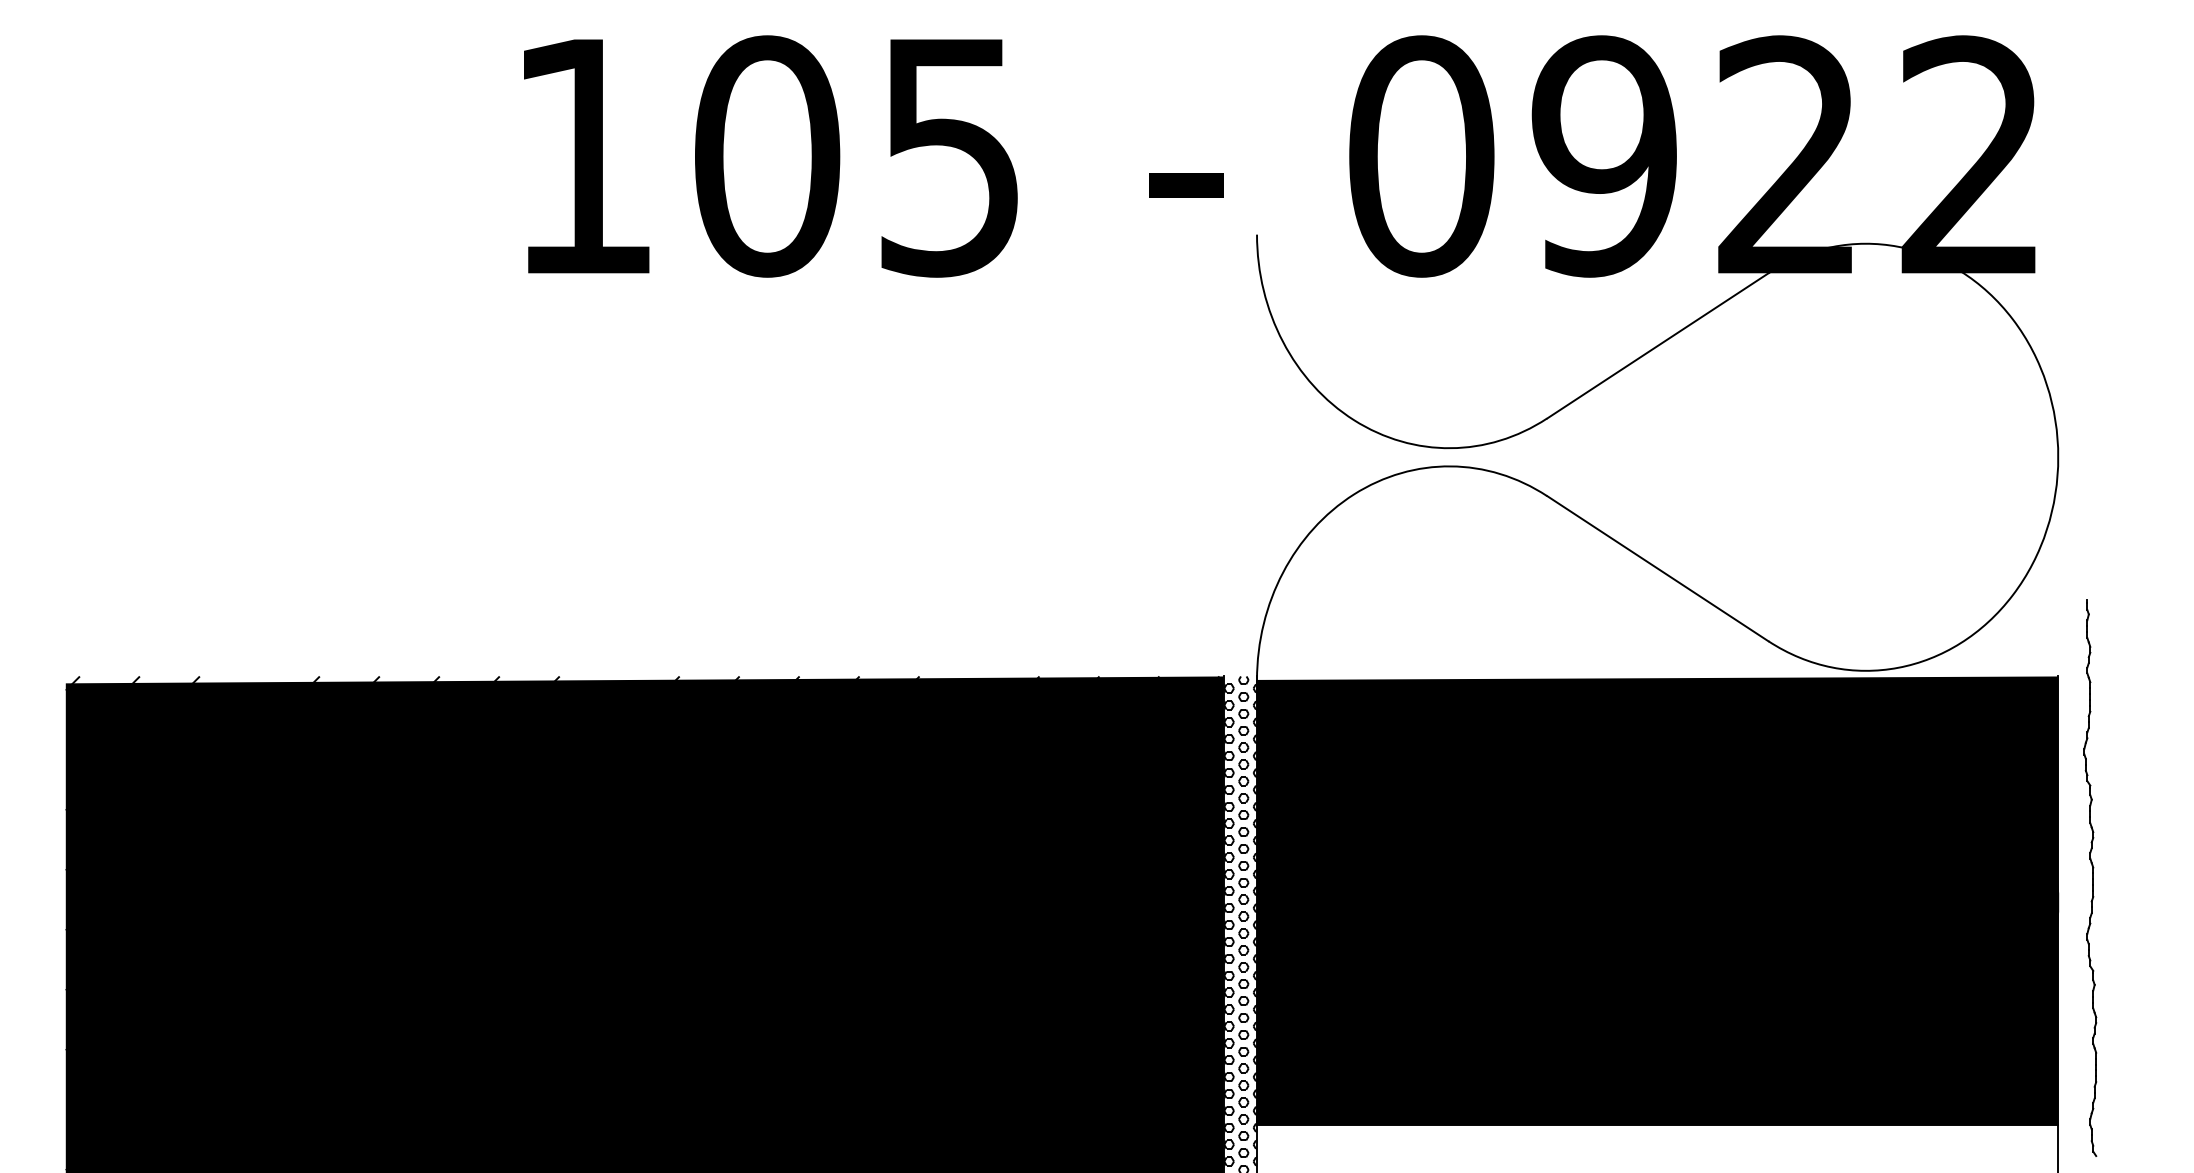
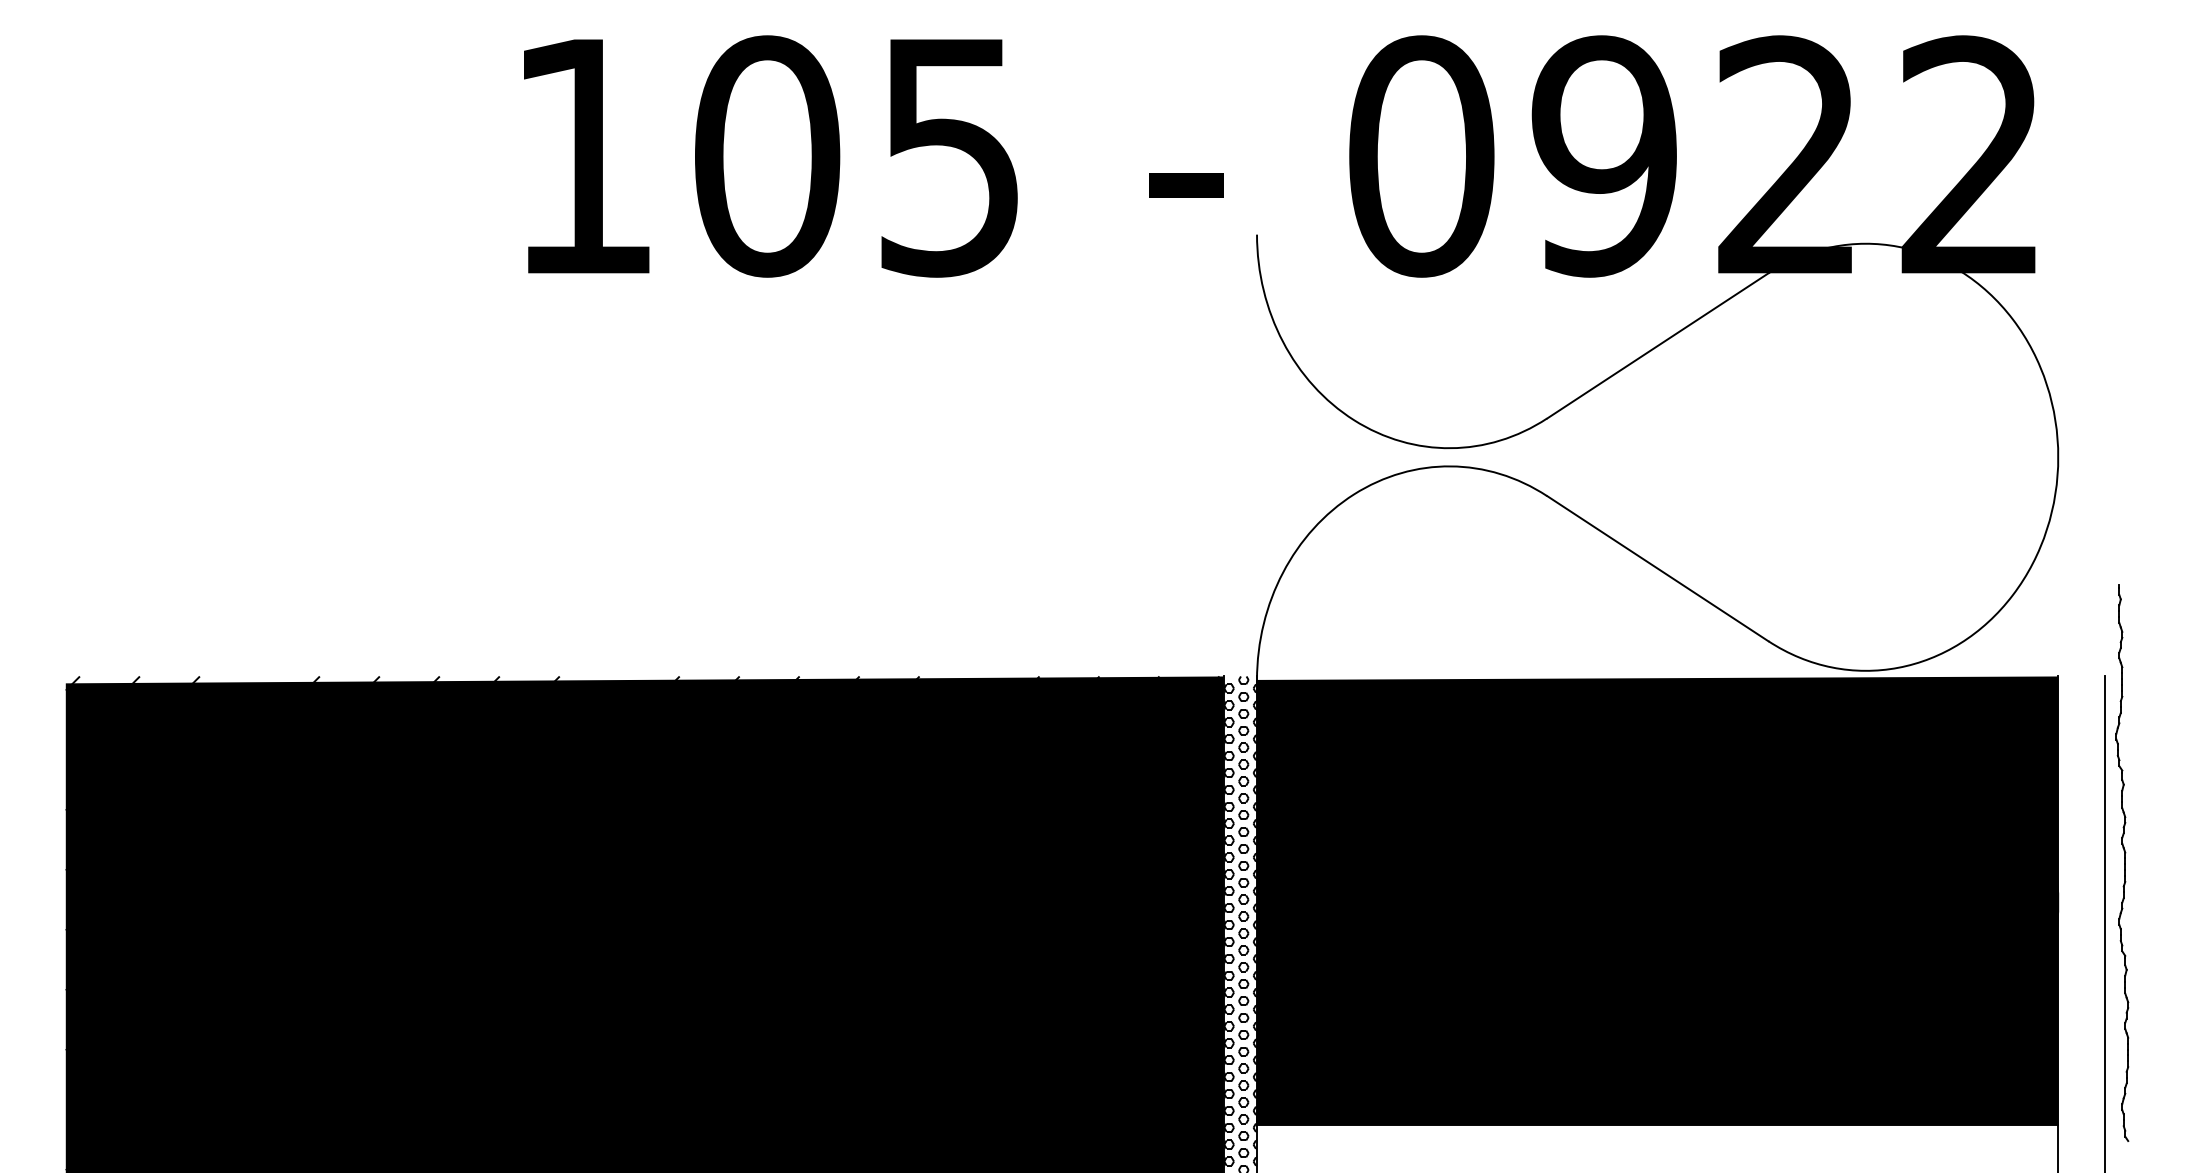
part at (2090, 877) position: (2090, 877) -> (2122, 862)
line at (2105, 922): none -> present
